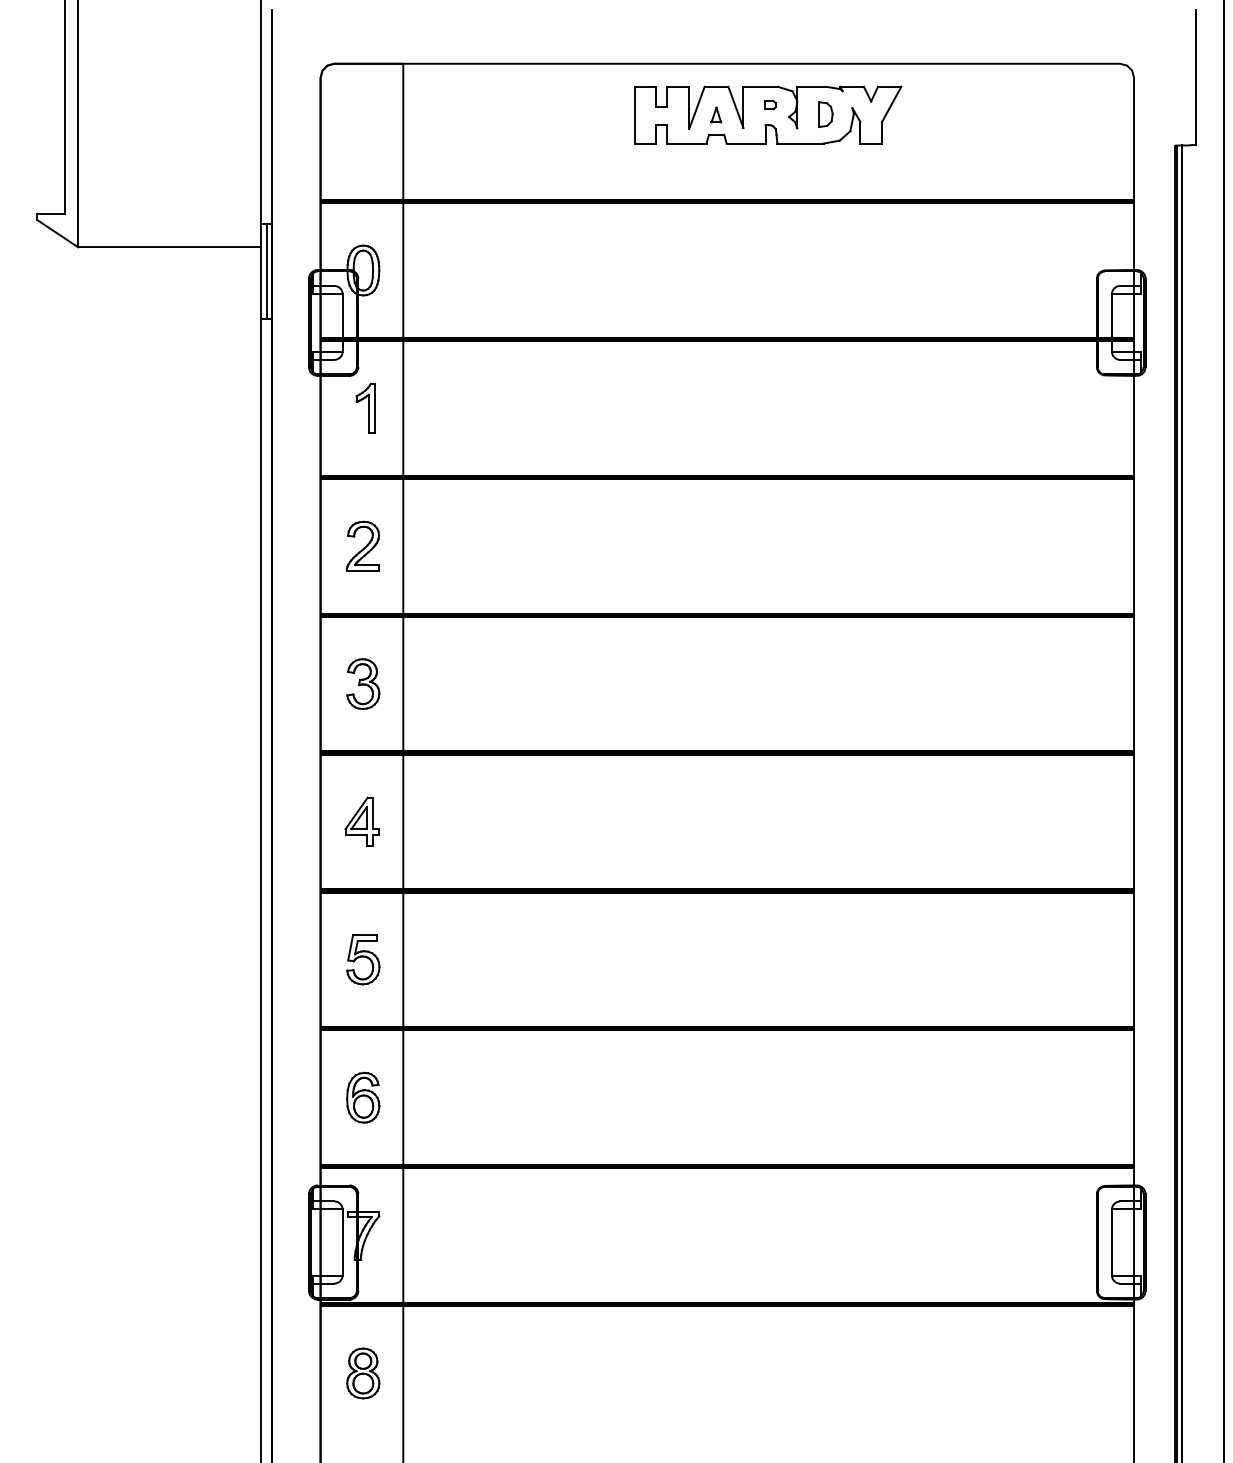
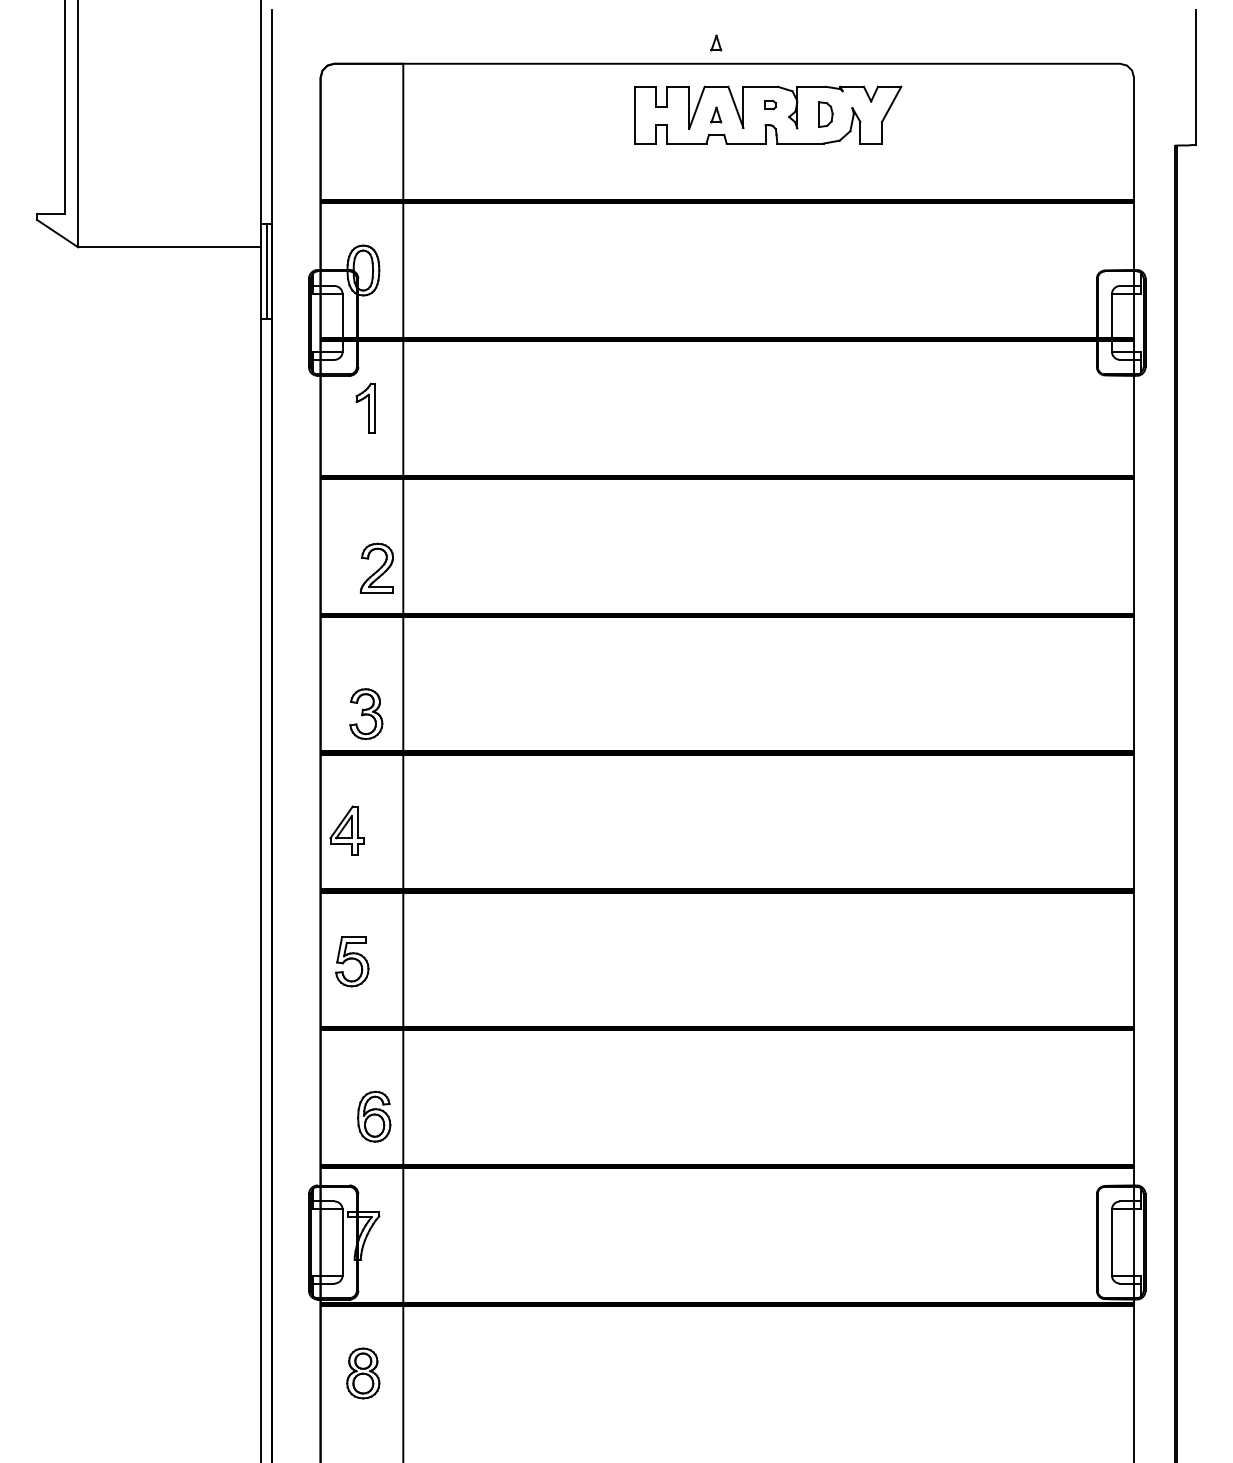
part at (716, 42): none -> present
part at (362, 545) position: (362, 545) -> (376, 567)
part at (363, 683) position: (363, 683) -> (366, 713)
line at (1223, 730): present -> none
line at (1182, 802): present -> none
part at (361, 821) position: (361, 821) -> (346, 830)
part at (363, 959) position: (363, 959) -> (352, 961)
part at (363, 1097) position: (363, 1097) -> (374, 1116)
